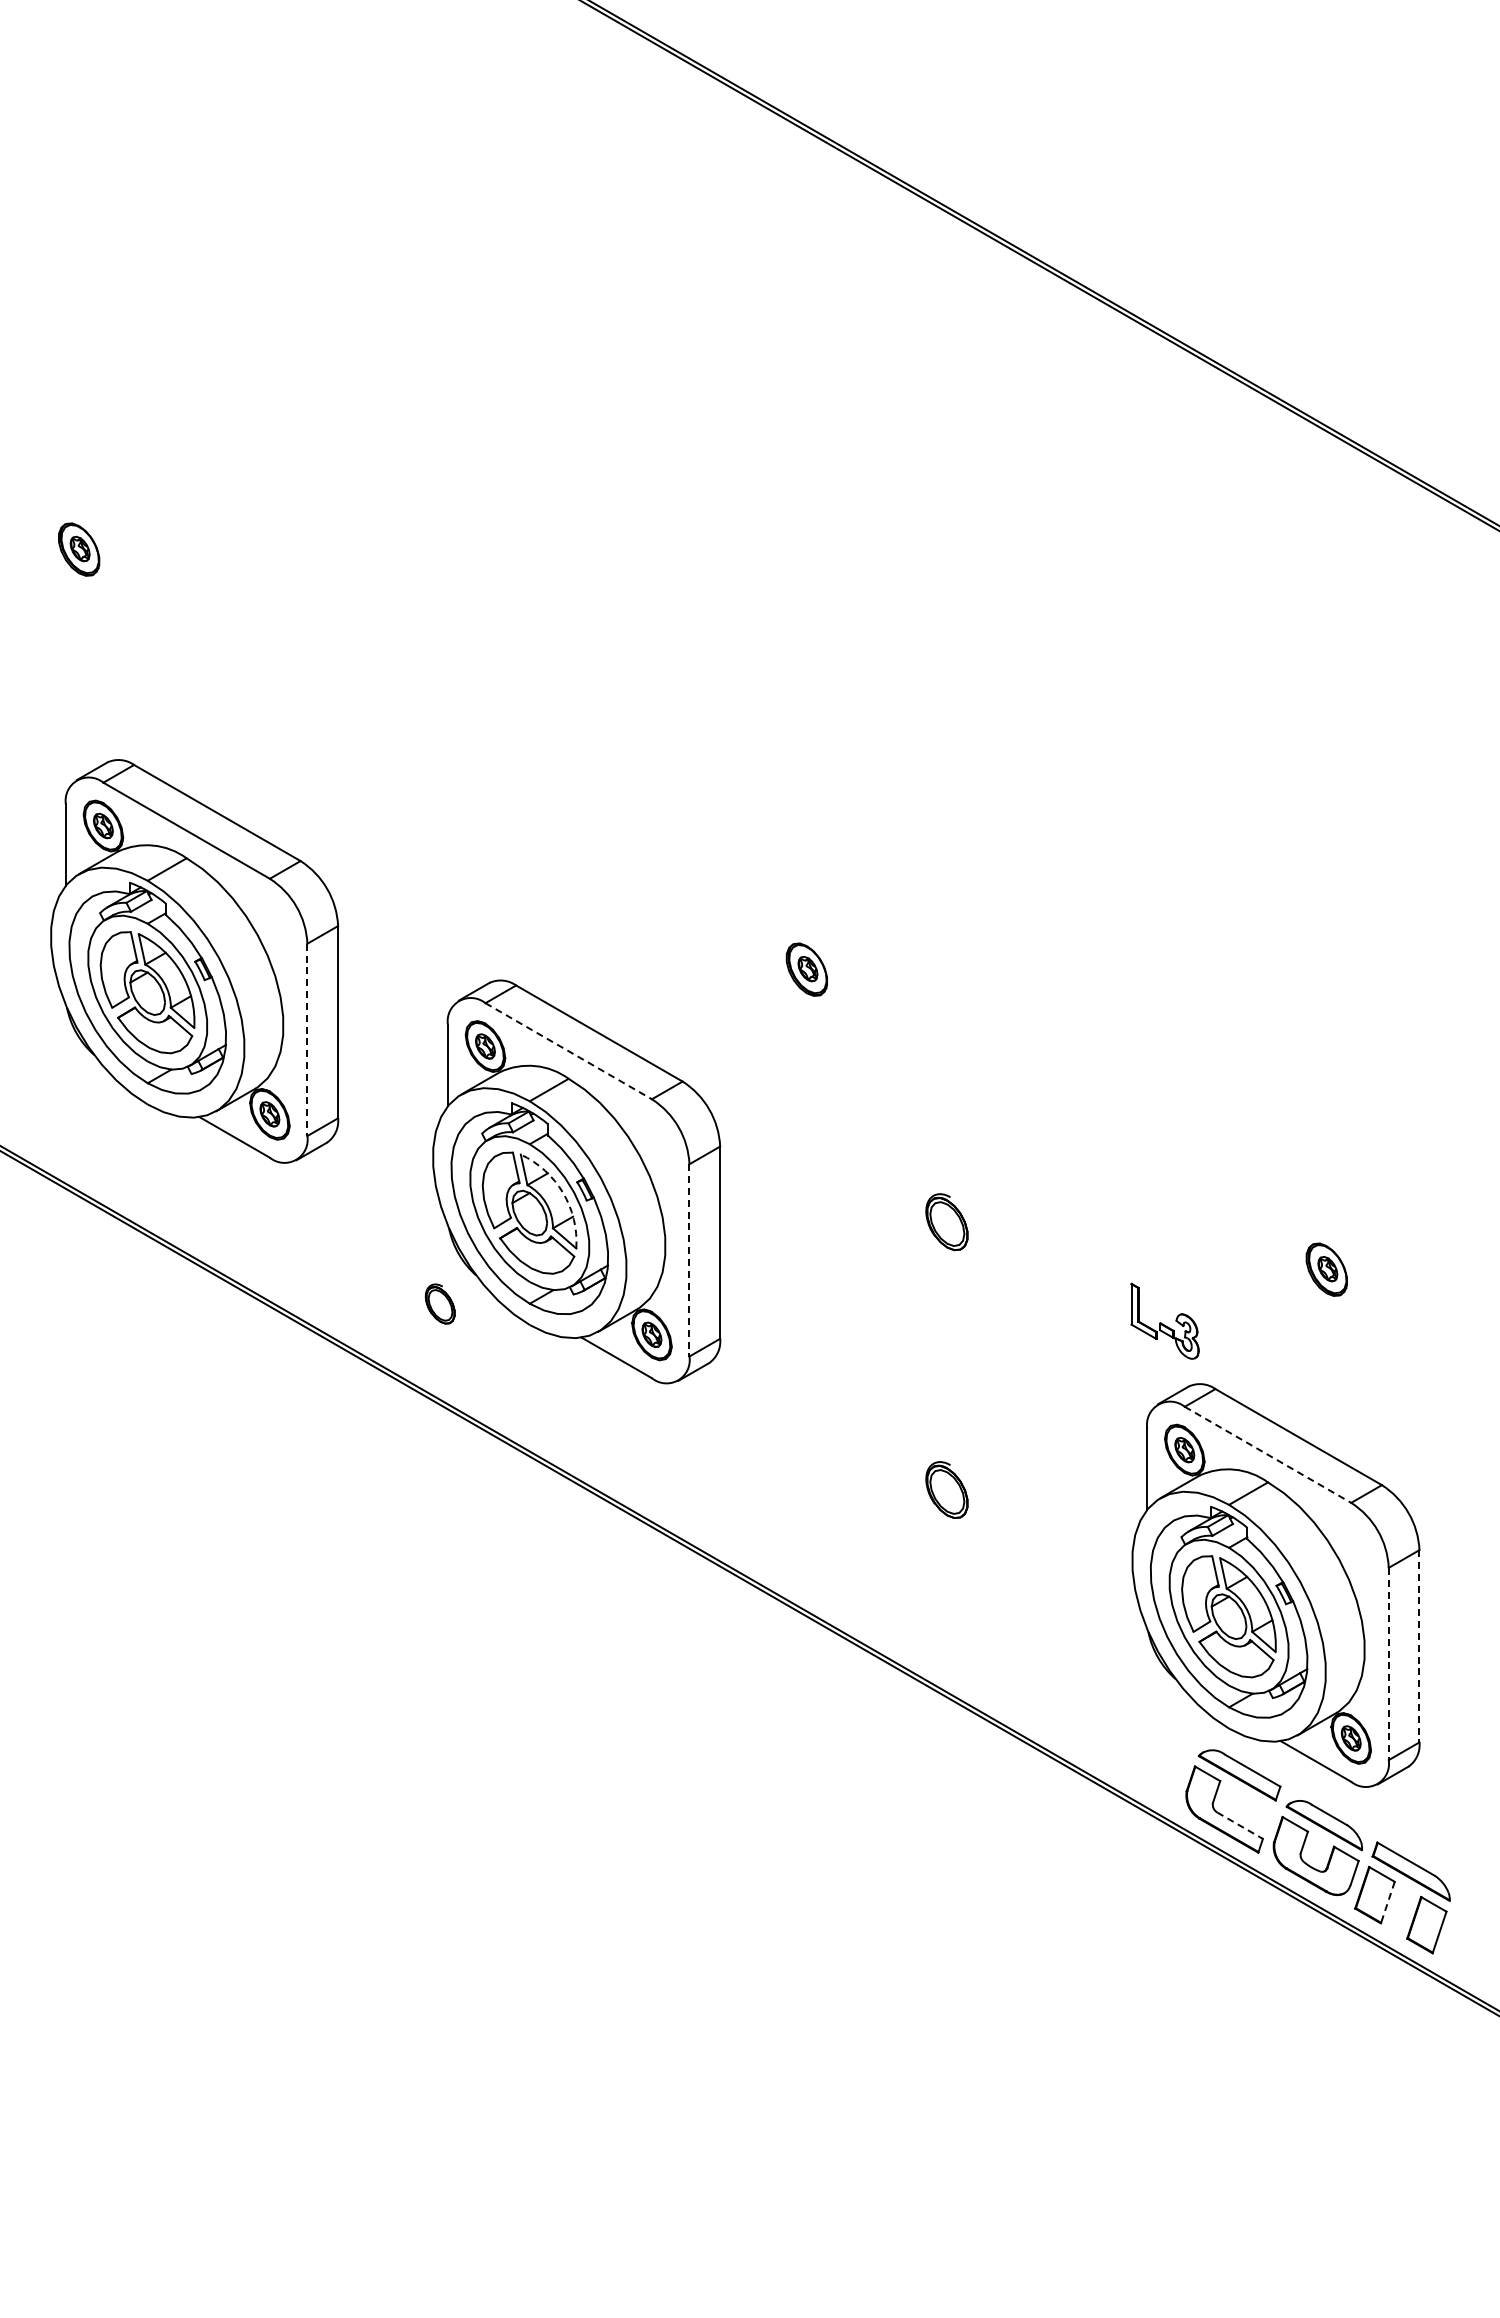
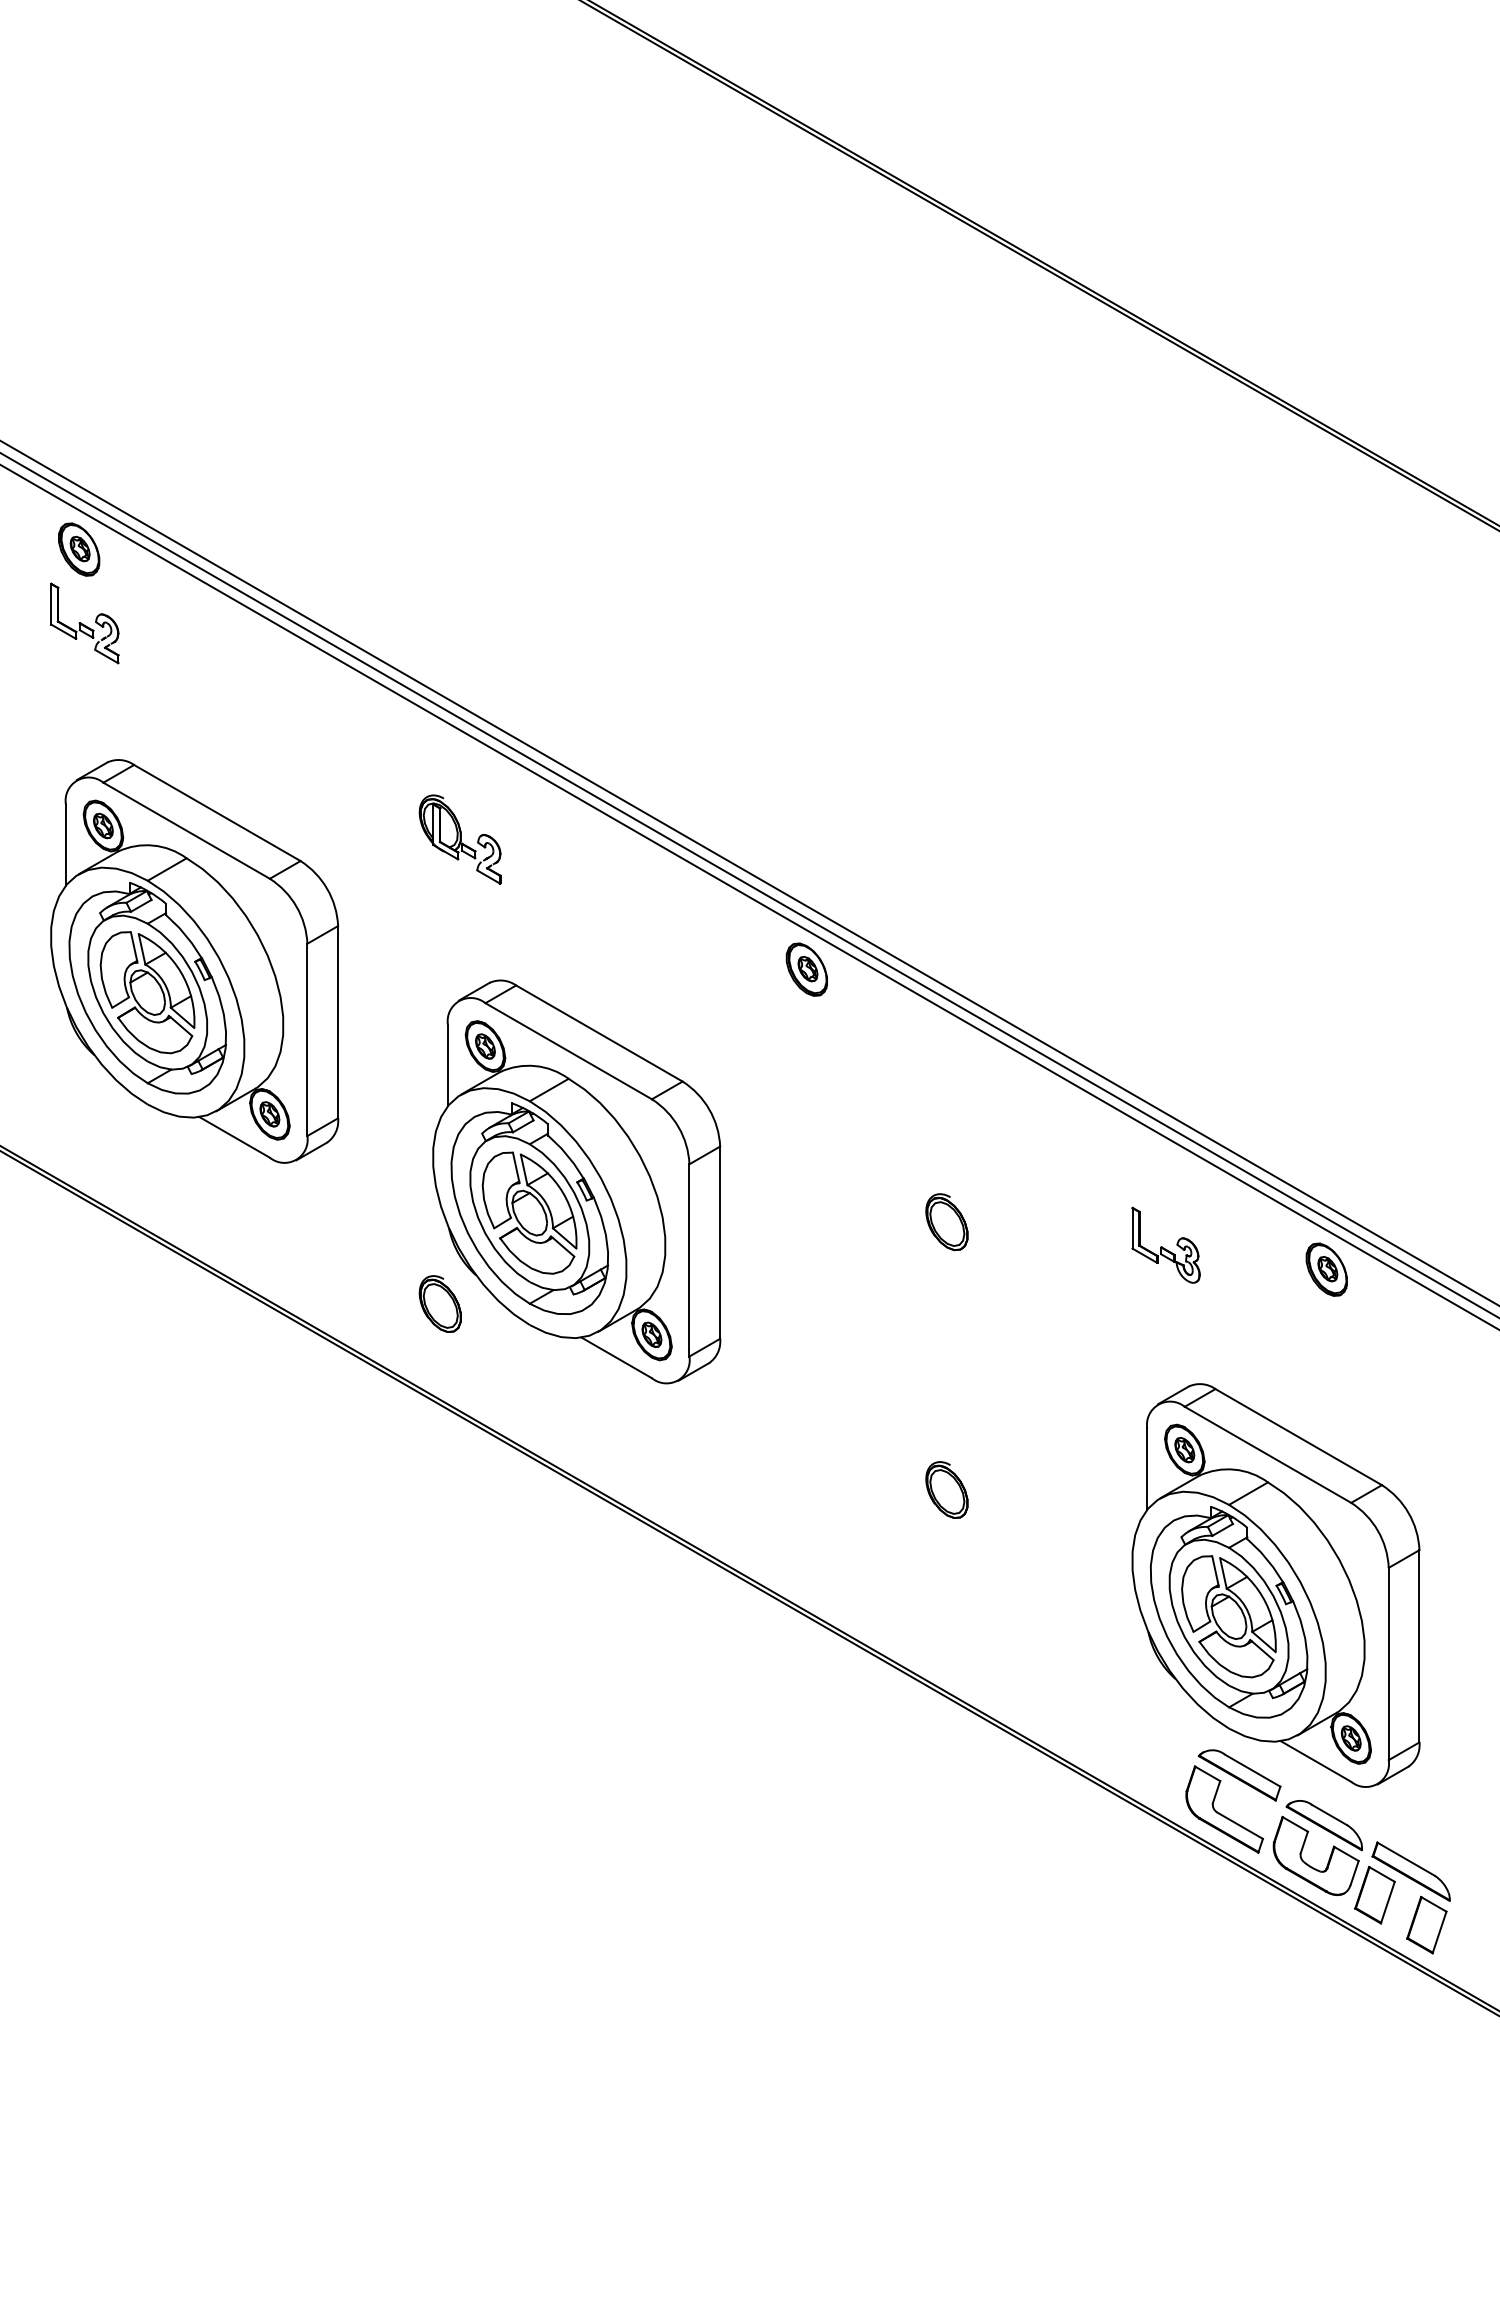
part at (84, 623): none -> present
part at (459, 839): none -> present
line at (749, 873): none -> present
line at (749, 885): none -> present
line at (749, 897): none -> present
line at (307, 1040): dashed -> solid
line at (569, 1051): dashed -> solid
arc at (563, 1192): dashed -> solid
line at (689, 1260): dashed -> solid
part at (439, 1303) size: 32x42 px -> 44x58 px
part at (1164, 1320) position: (1164, 1320) -> (1165, 1244)
line at (1268, 1455): dashed -> solid
line at (1419, 1646): dashed -> solid
line at (1388, 1664): dashed -> solid
line at (1240, 1825): dashed -> solid
line at (1387, 1902): dashed -> solid
